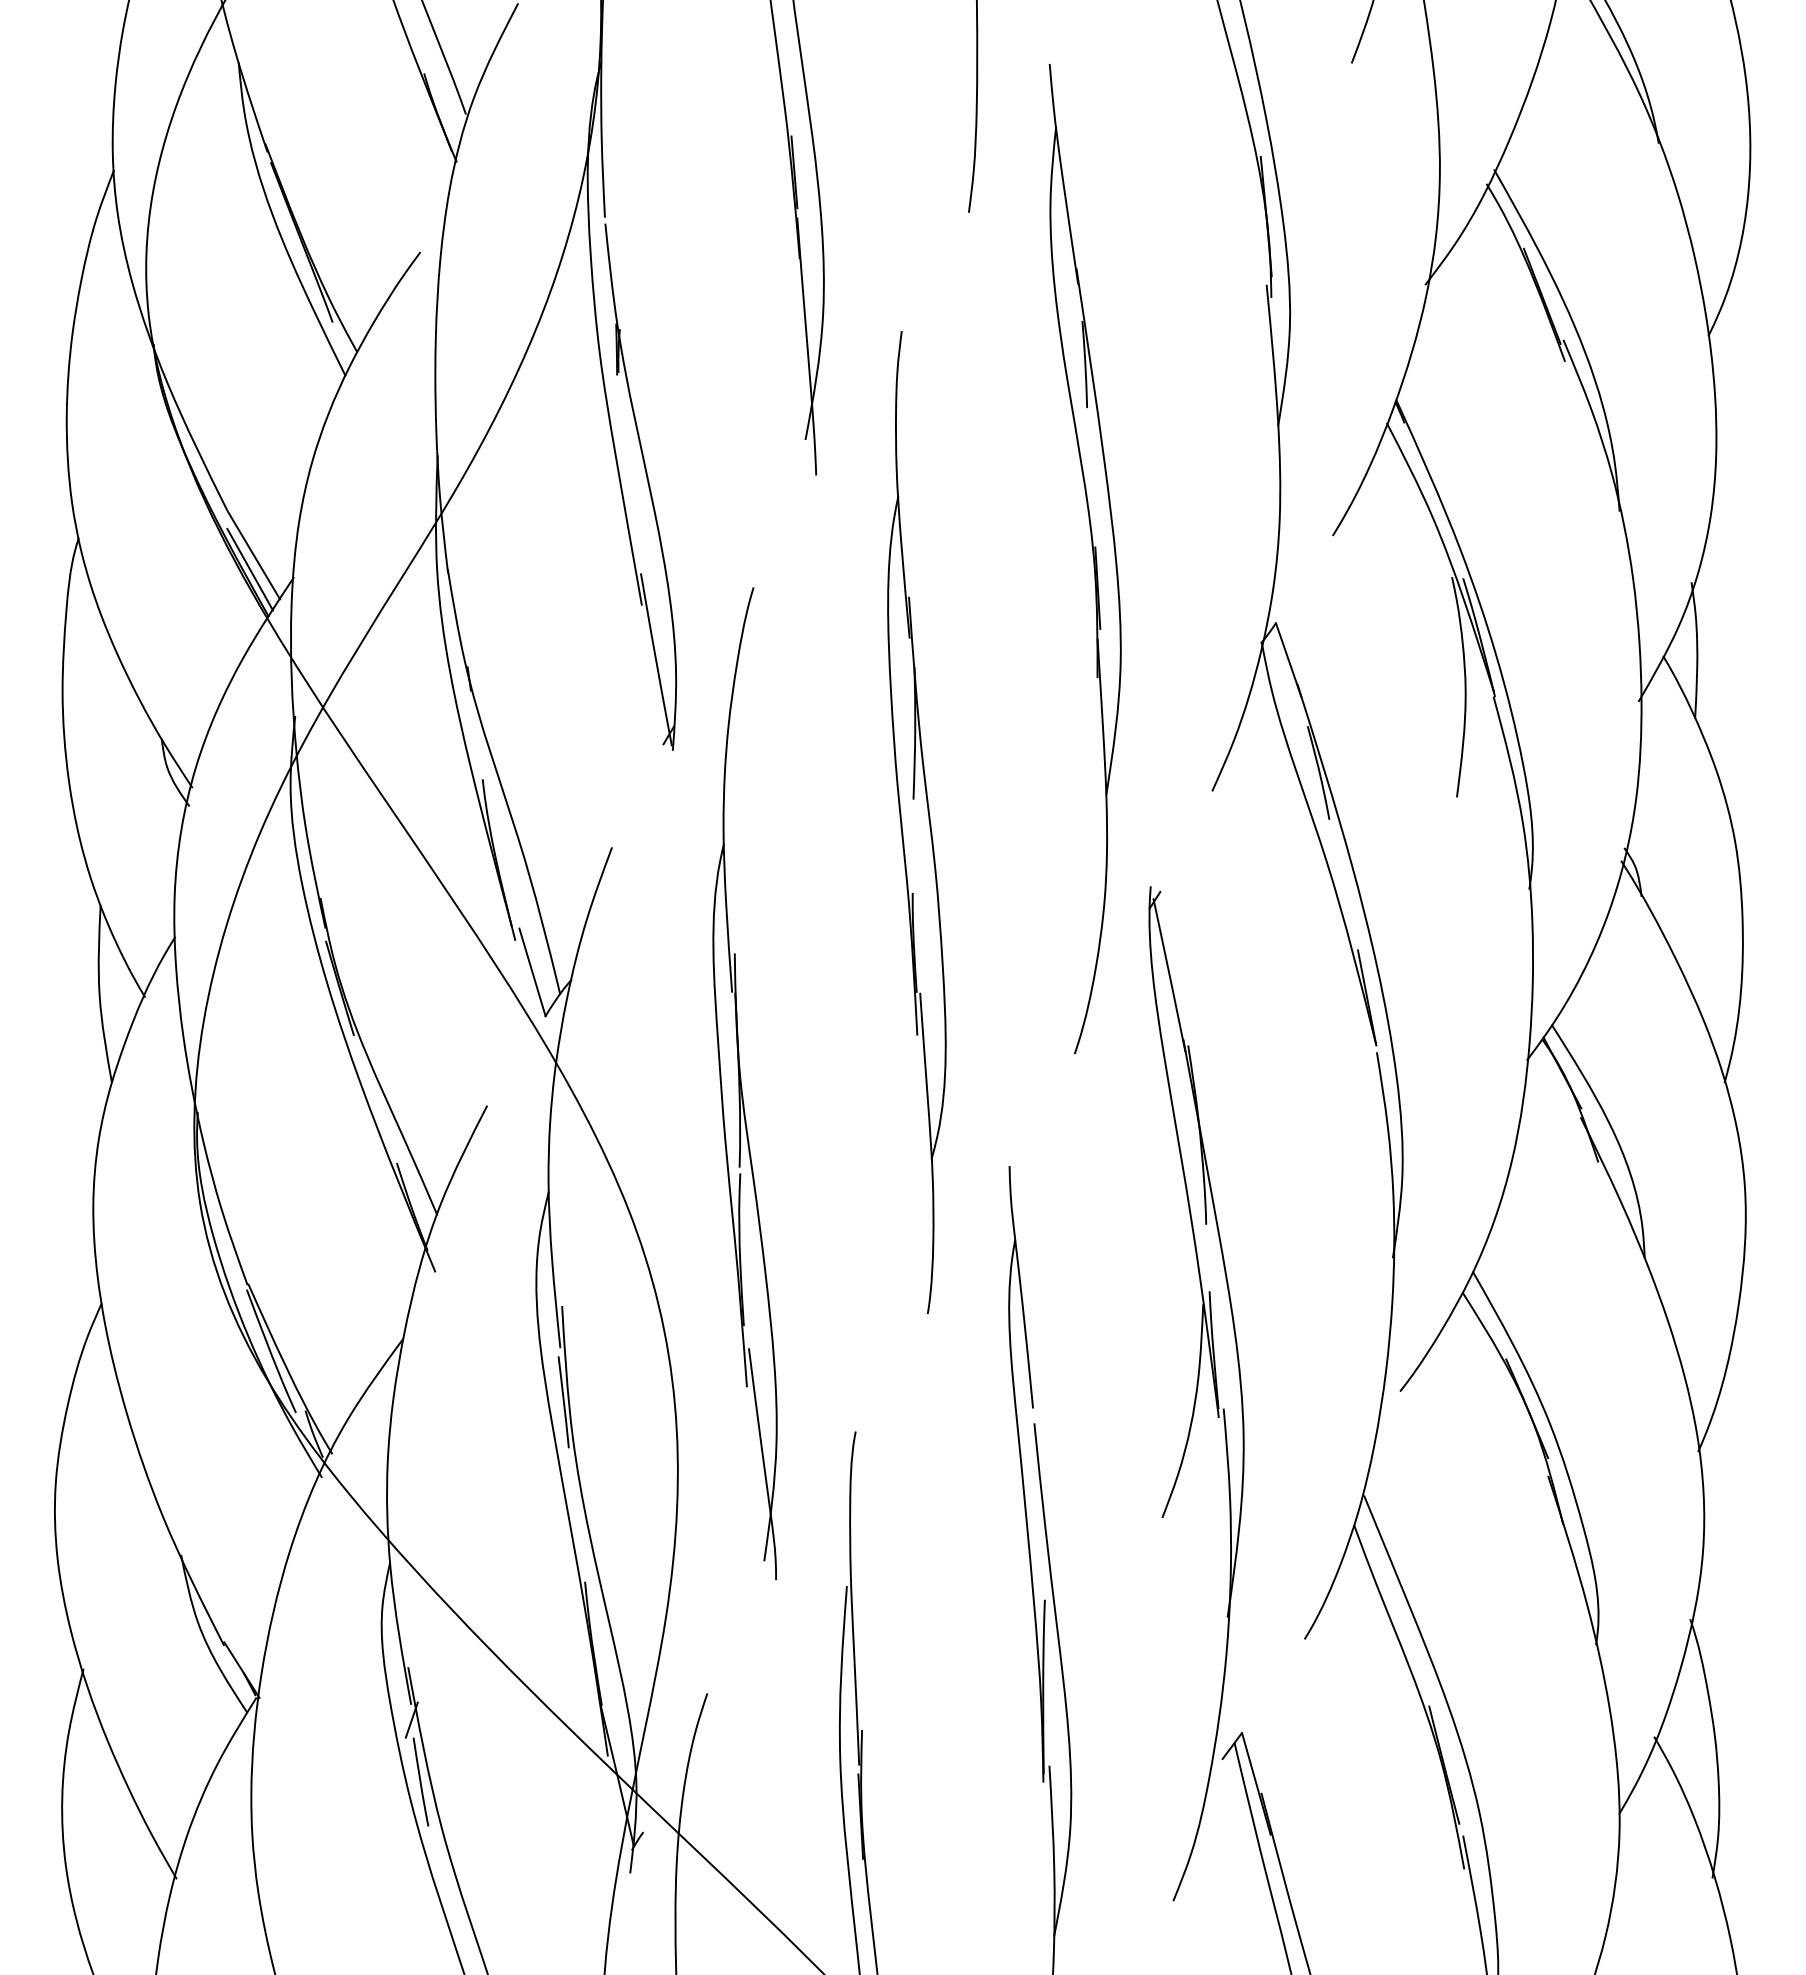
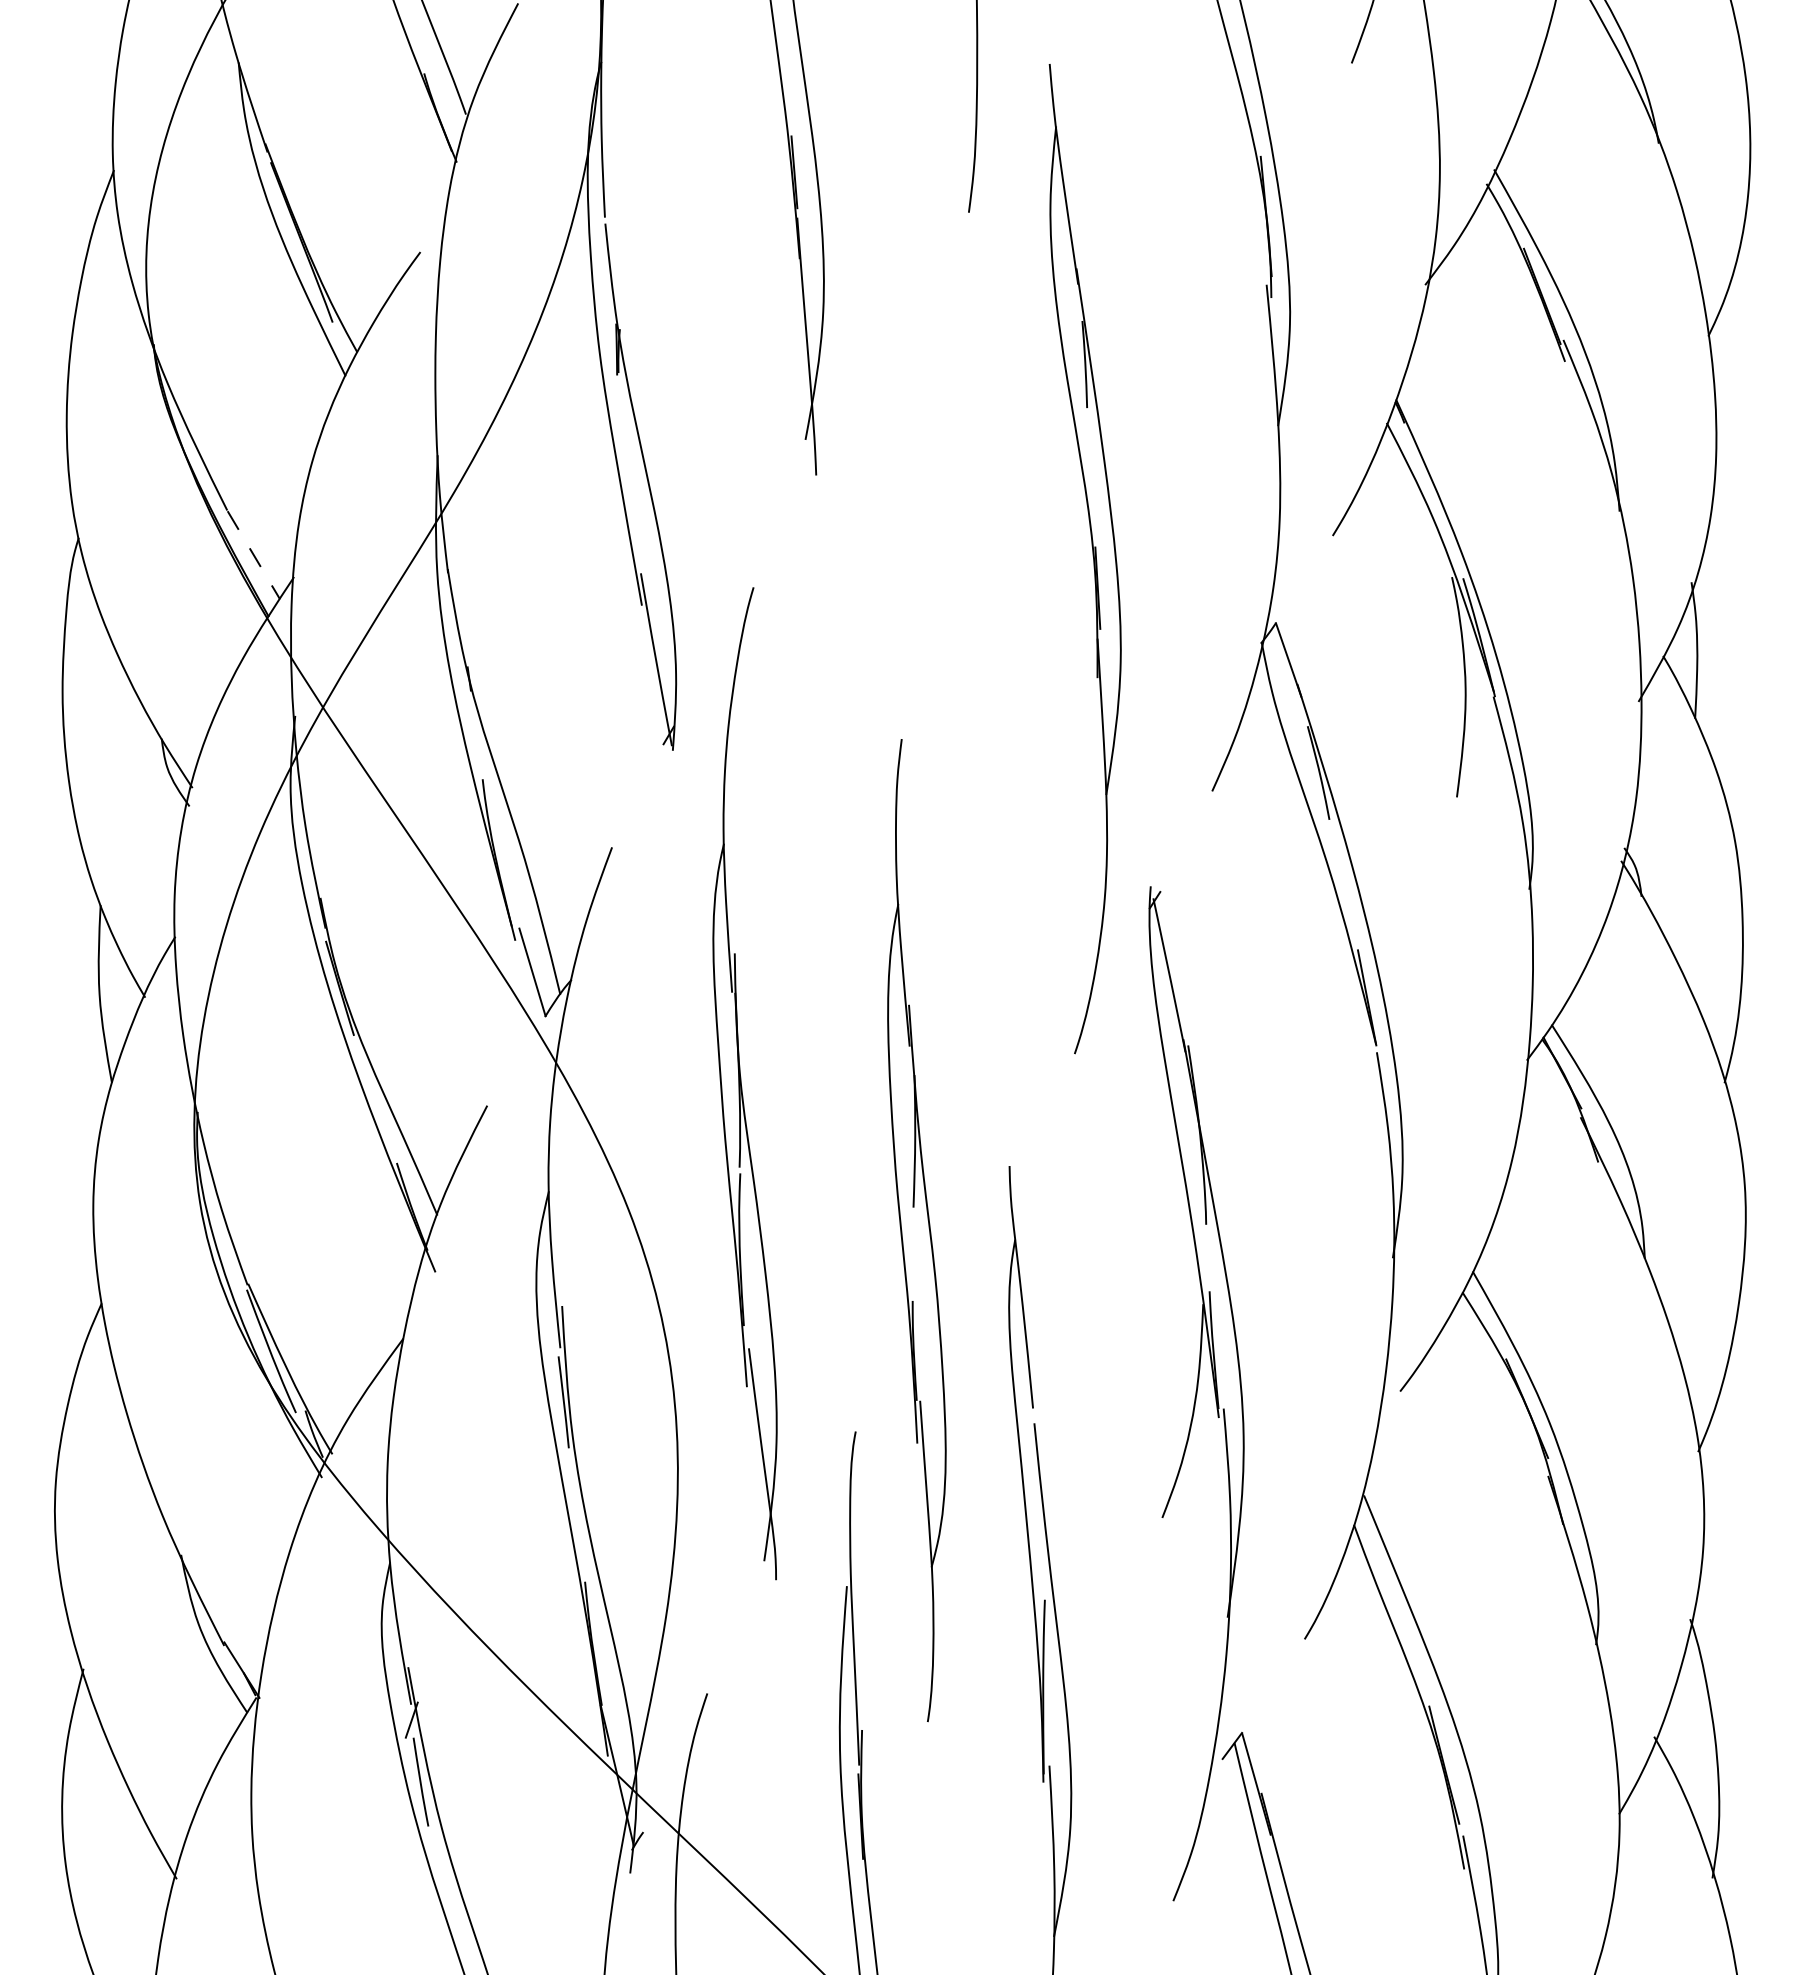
line at (254, 555): solid -> dashed
line at (250, 569): present -> none
part at (928, 820) position: (928, 820) -> (928, 1228)
